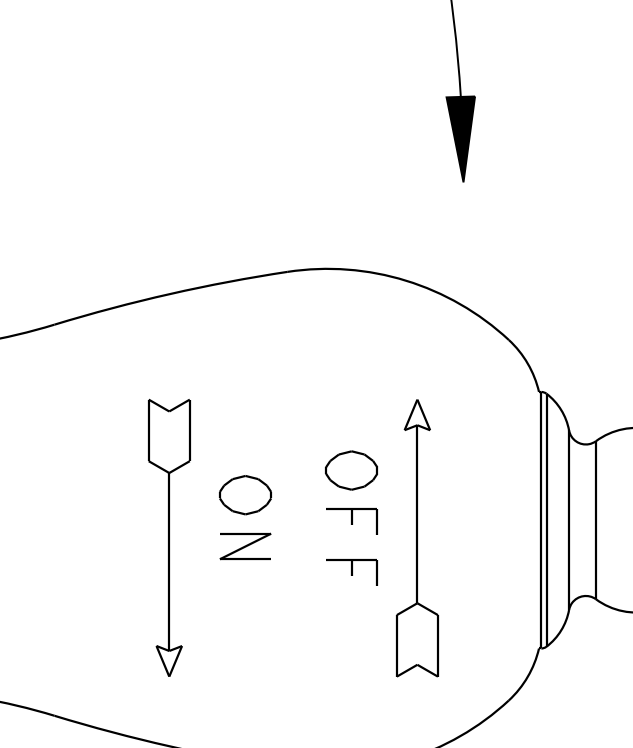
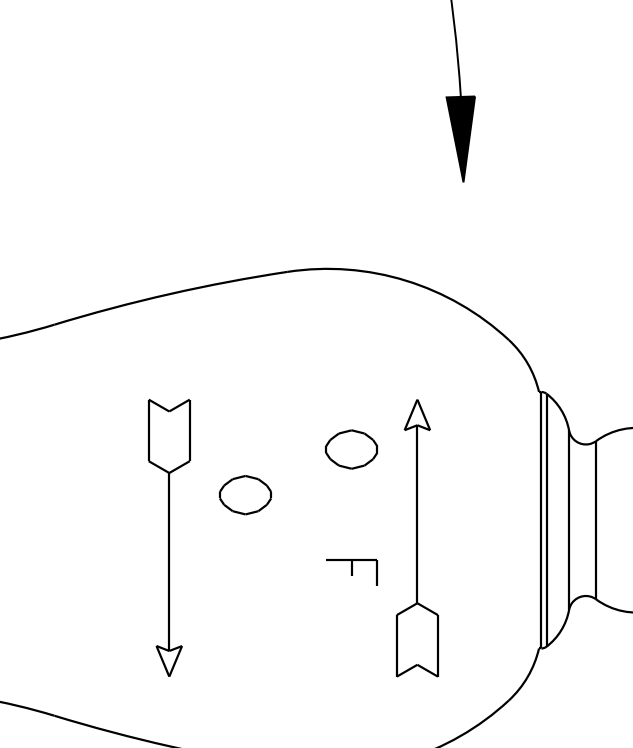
part at (351, 470) position: (351, 470) -> (351, 449)
part at (351, 521): present -> none
part at (245, 546): present -> none
